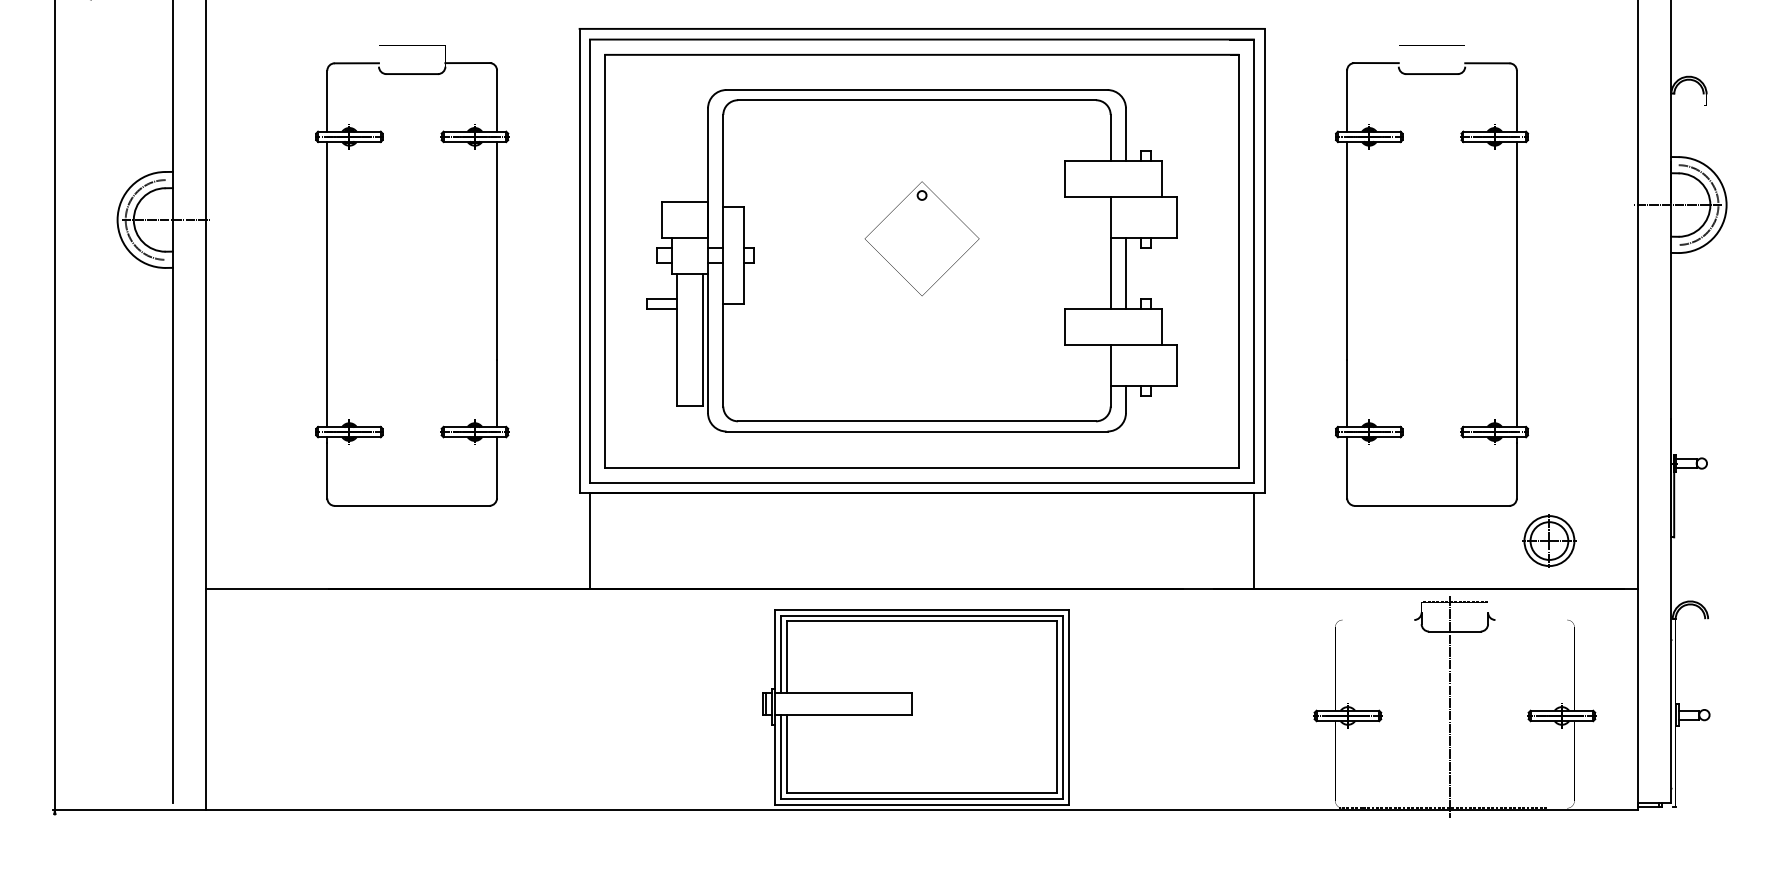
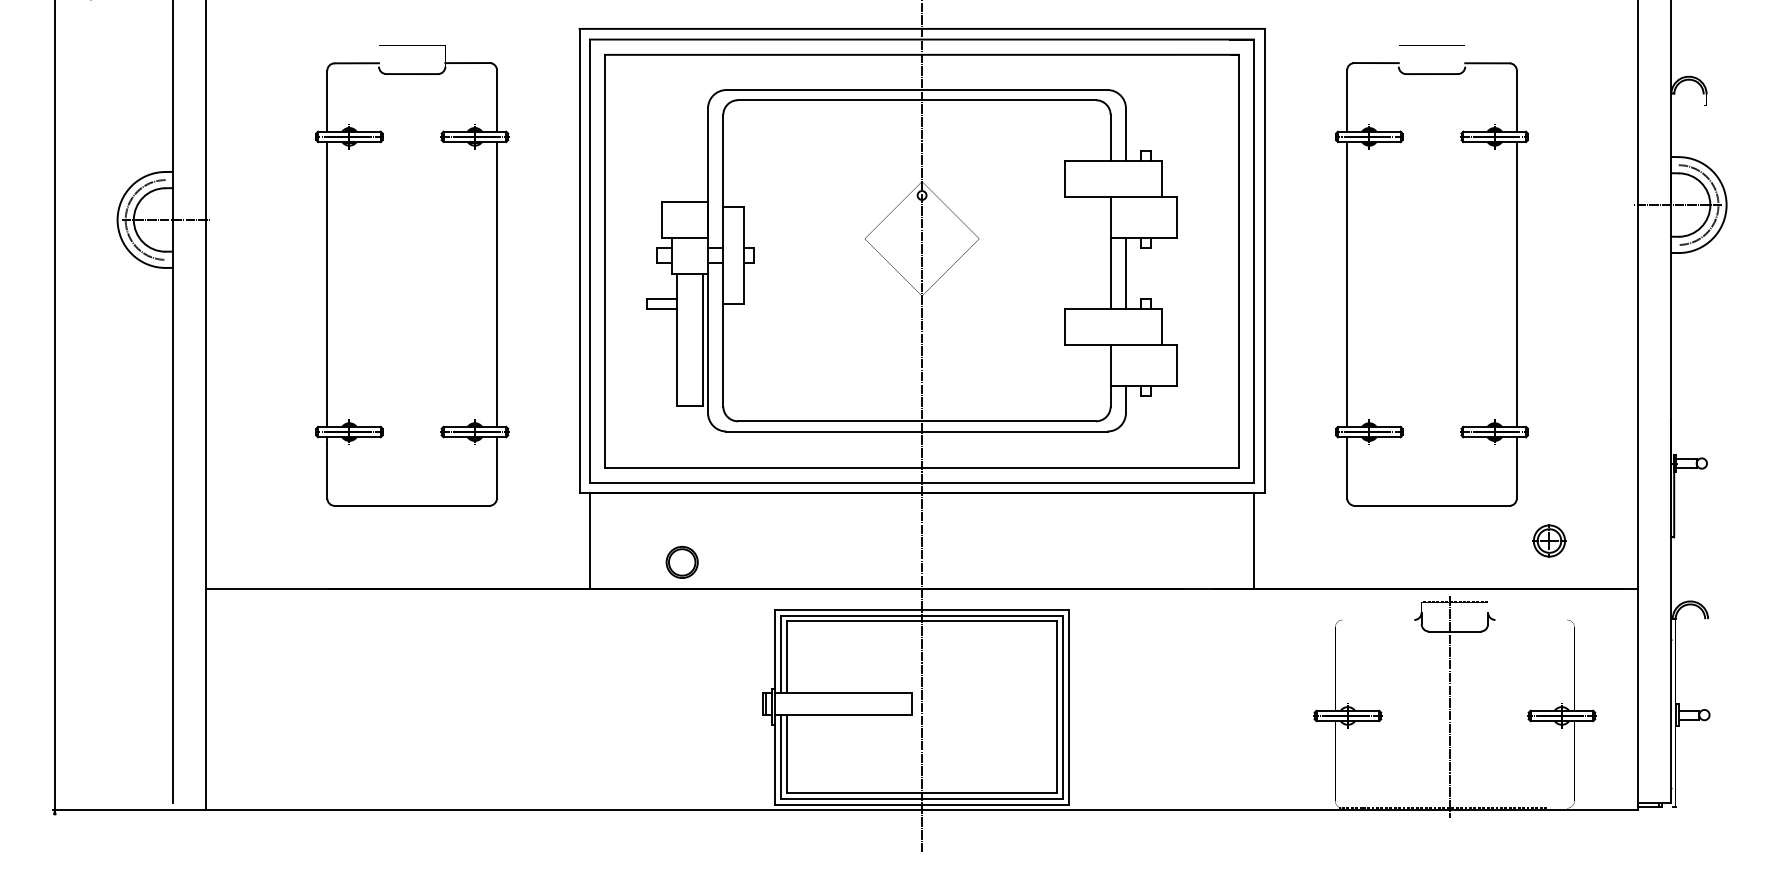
line at (922, 426): none -> present
part at (1549, 540) size: 55x54 px -> 35x34 px
part at (681, 562): none -> present
